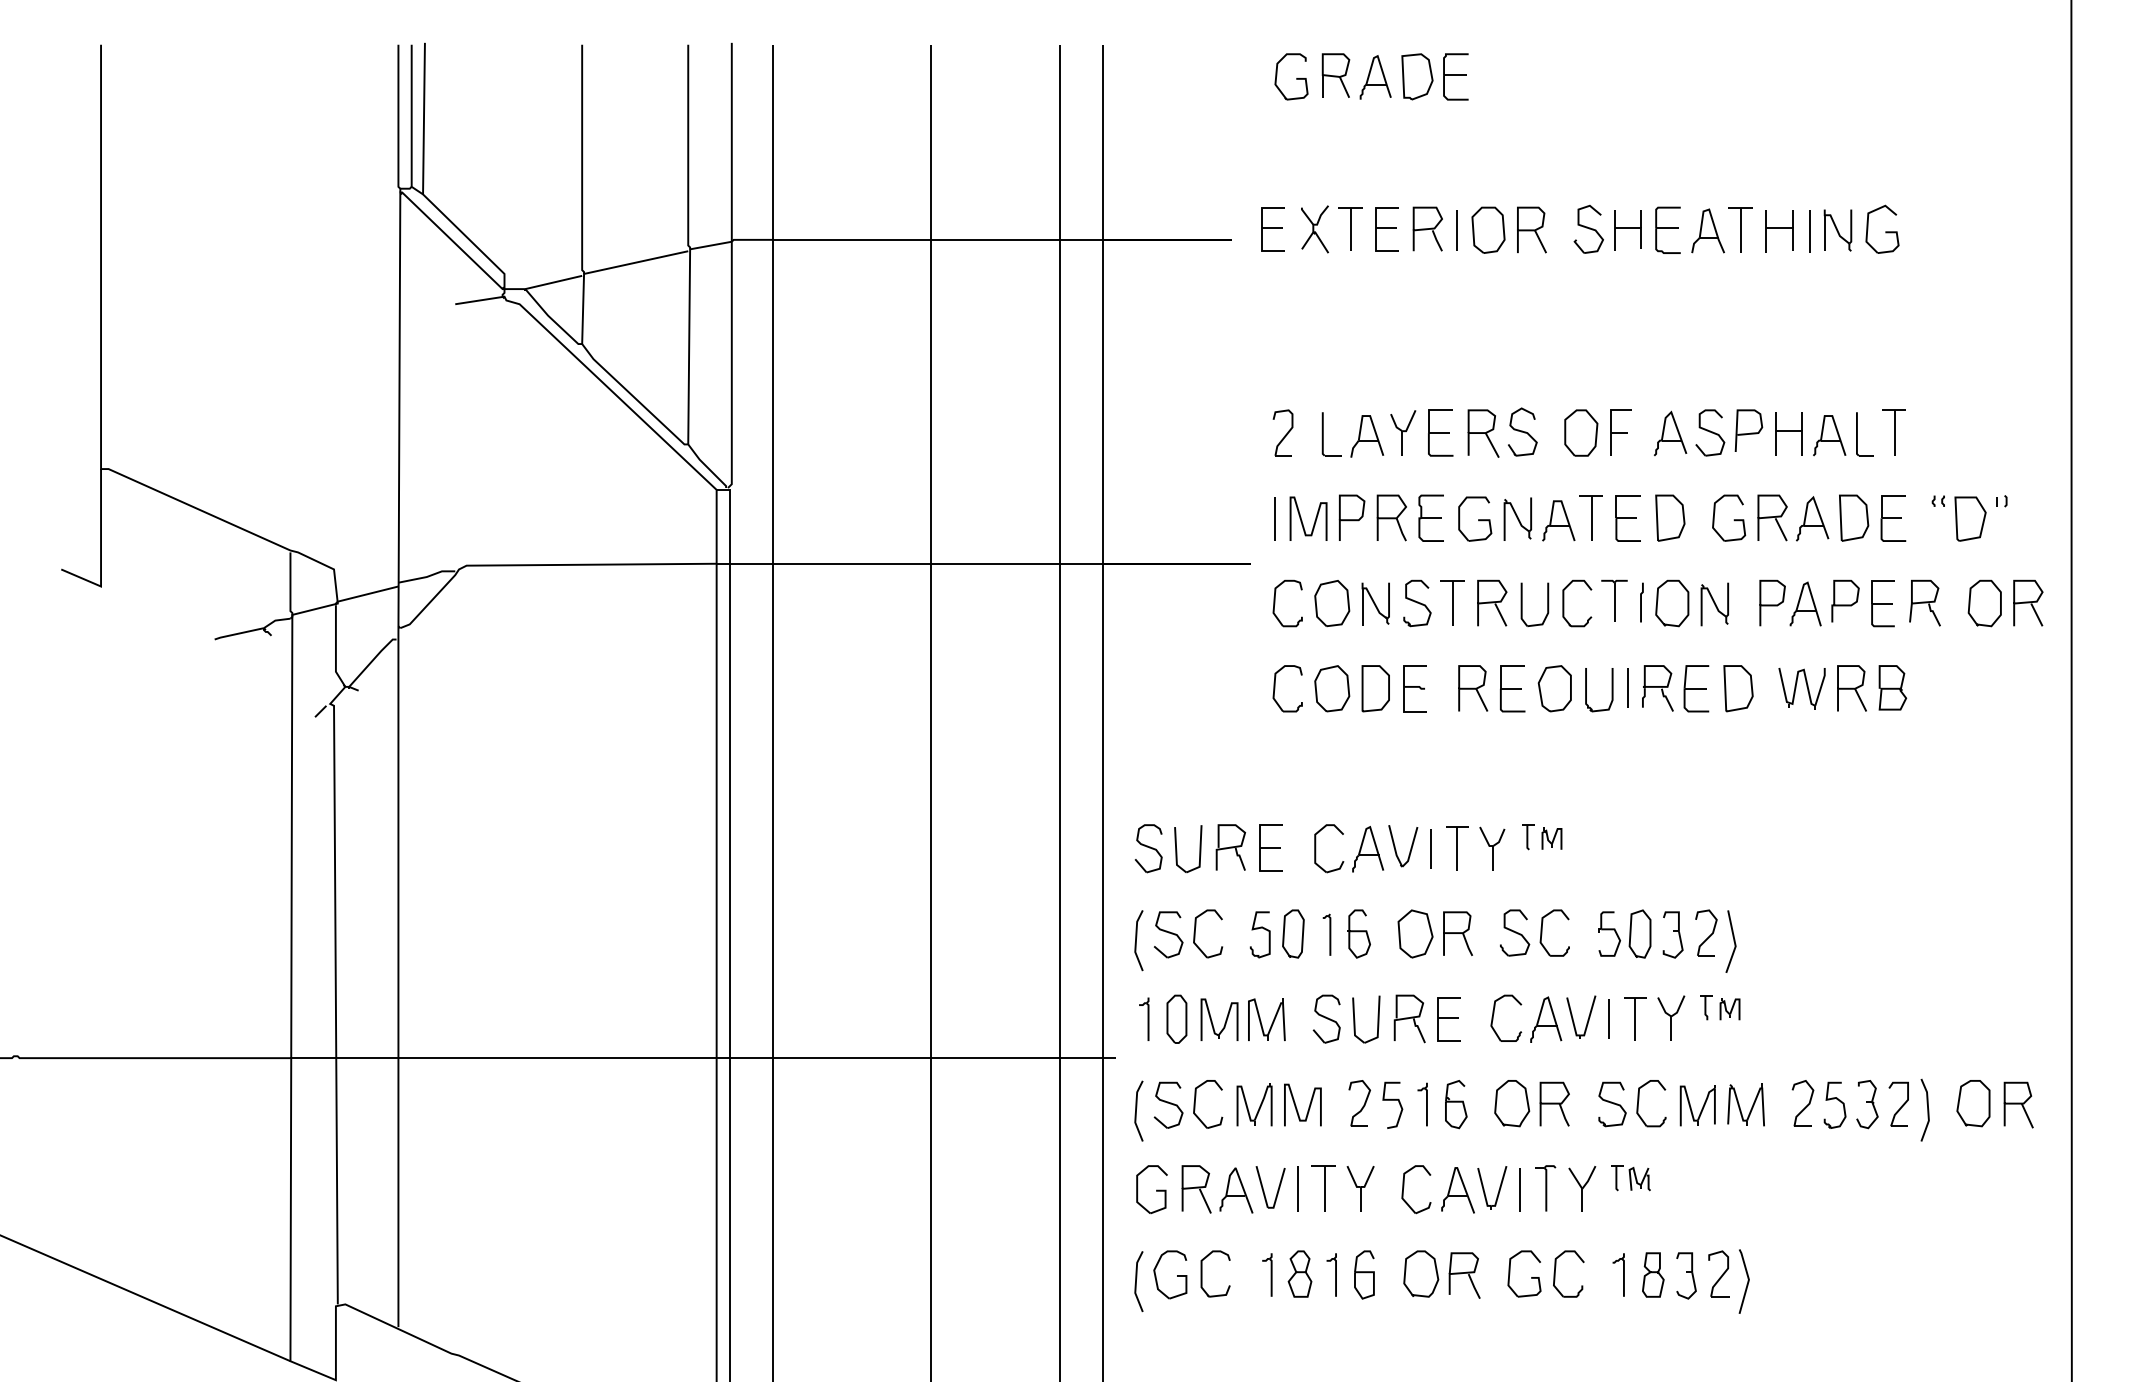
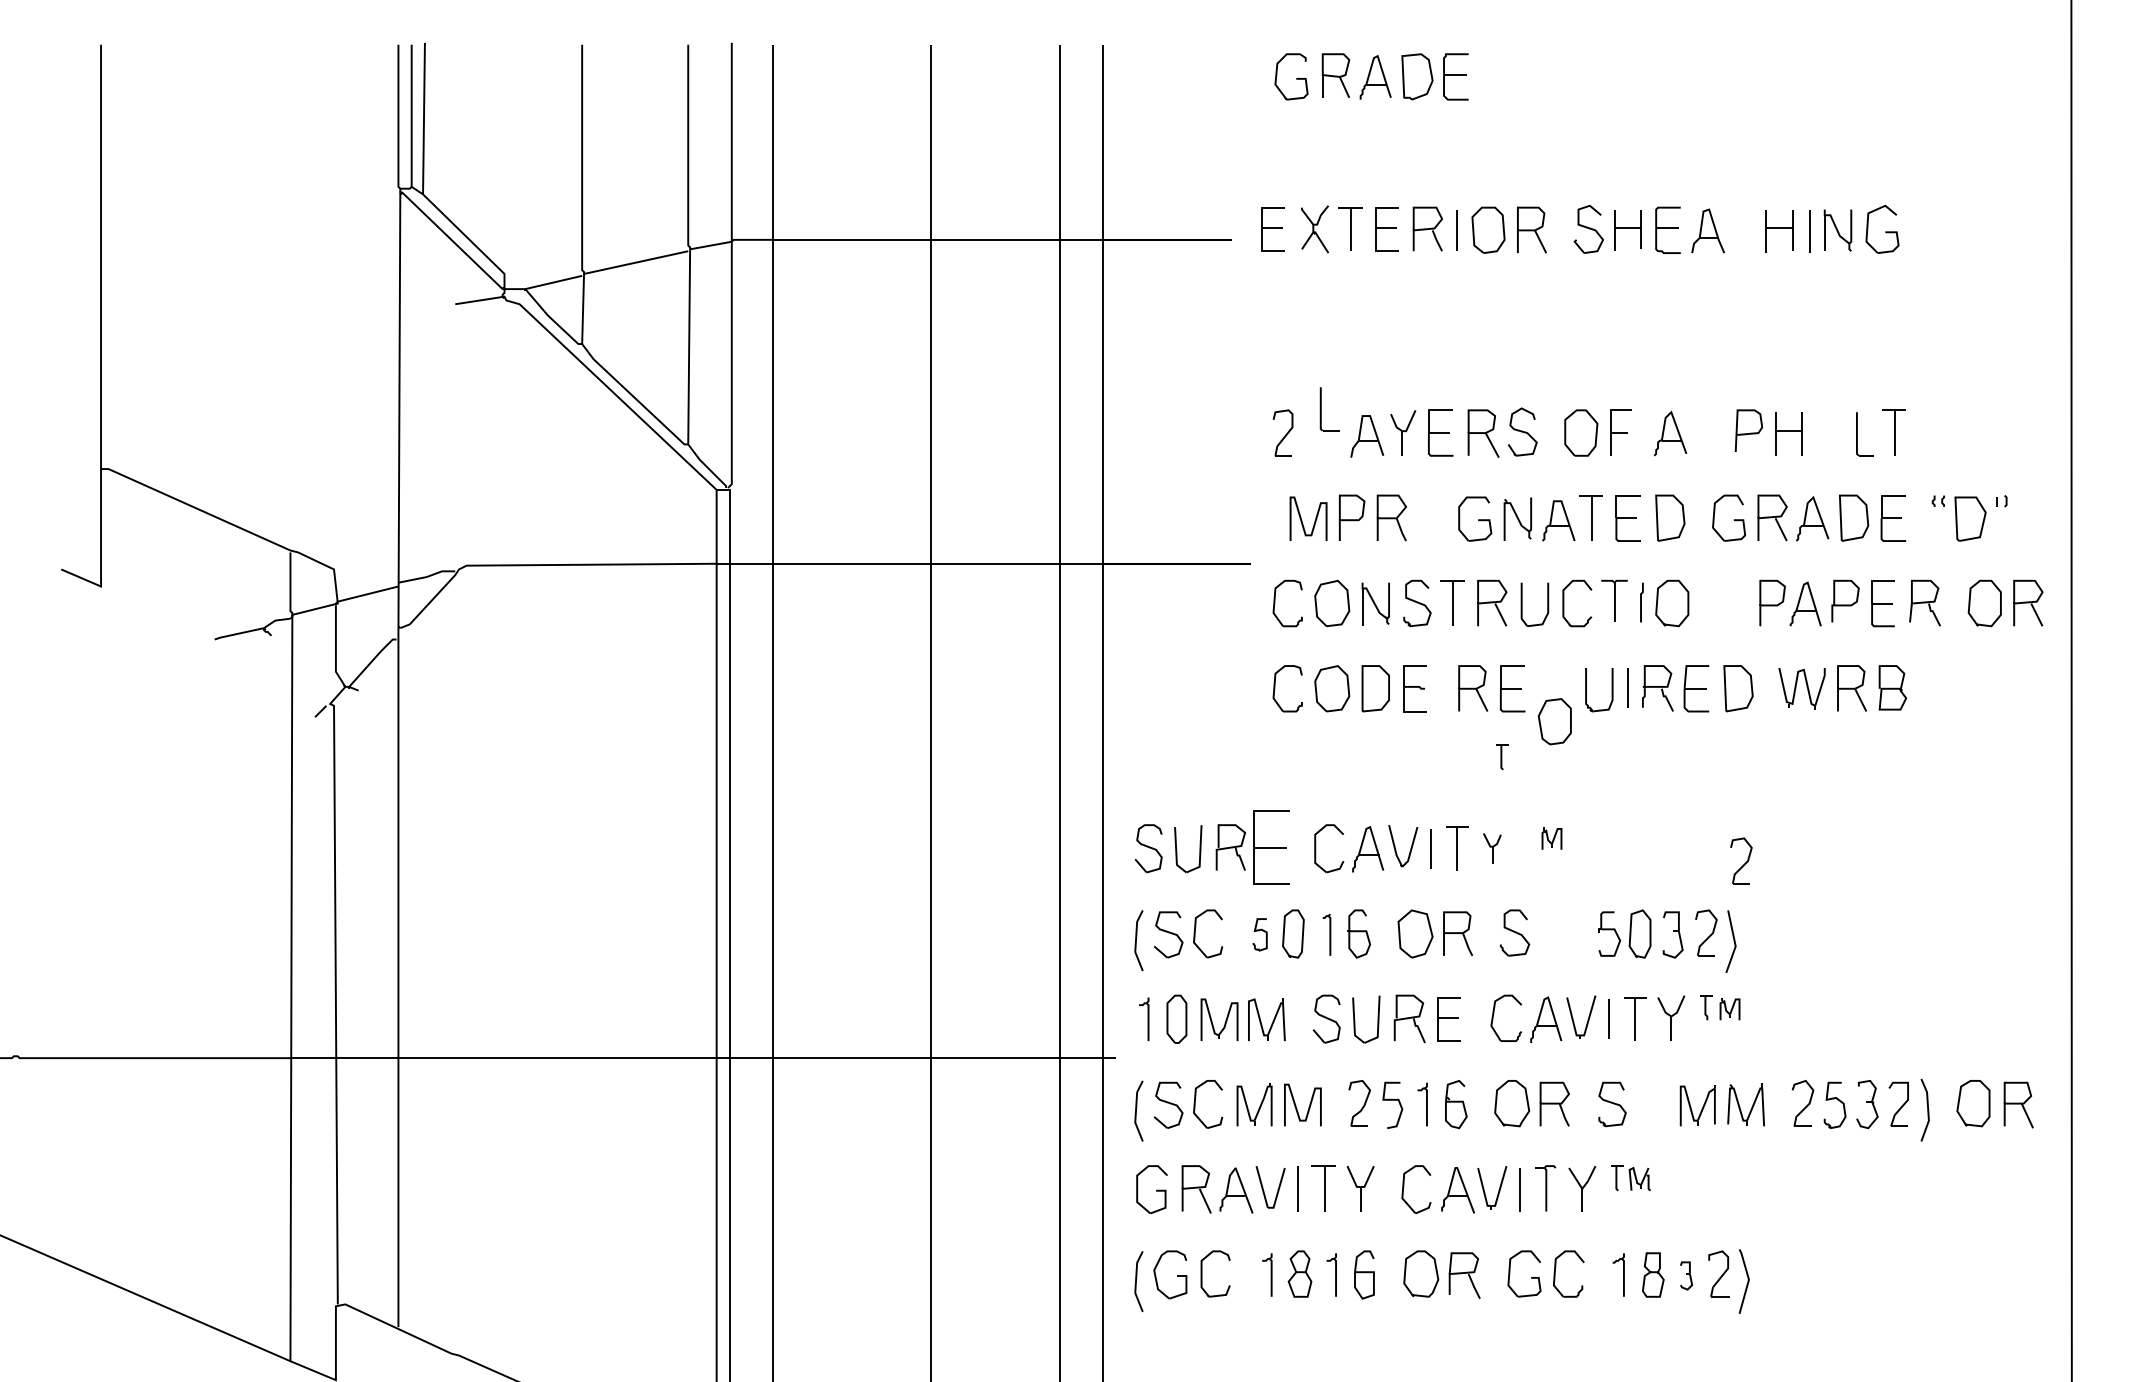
part at (1740, 229): present -> none
part at (1710, 432): present -> none
part at (1323, 434) position: (1323, 434) -> (1321, 409)
part at (1829, 435): present -> none
part at (1430, 517): present -> none
line at (1274, 518): present -> none
part at (1714, 604): present -> none
part at (1554, 688) position: (1554, 688) -> (1554, 721)
part at (1528, 837) position: (1528, 837) -> (1502, 757)
part at (1270, 847) size: 24x48 px -> 37x75 px
part at (1492, 848) size: 27x45 px -> 19x31 px
part at (1741, 860): none -> present
part at (1542, 932): present -> none
part at (1259, 934) size: 22x48 px -> 16x34 px
part at (1639, 1100): present -> none
part at (1686, 1275) size: 21x48 px -> 13x30 px
